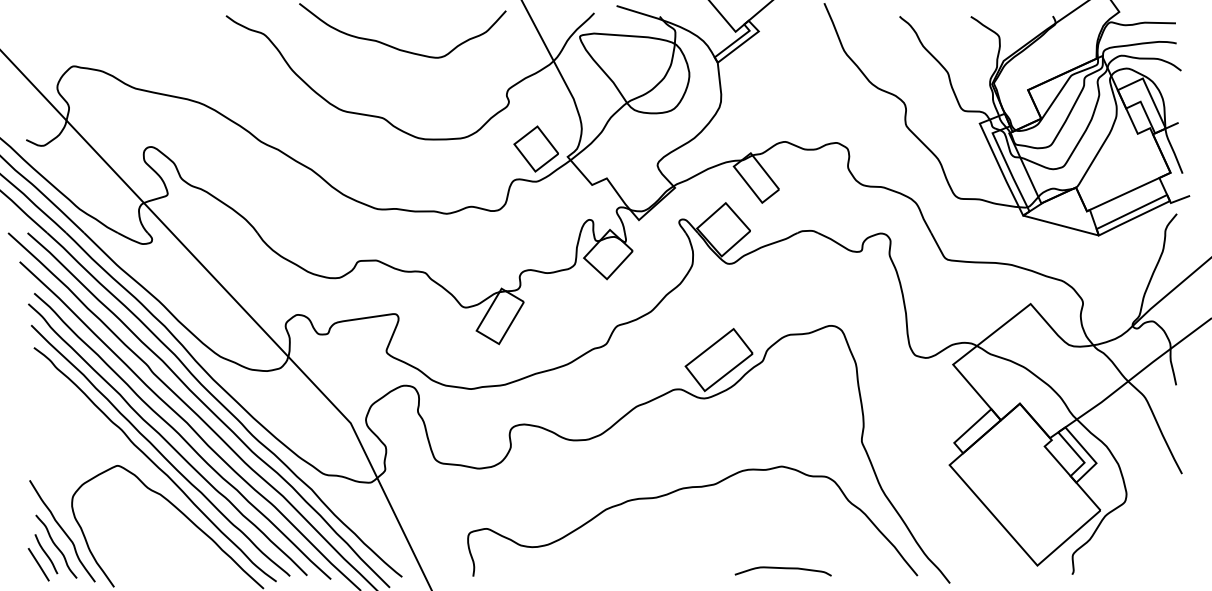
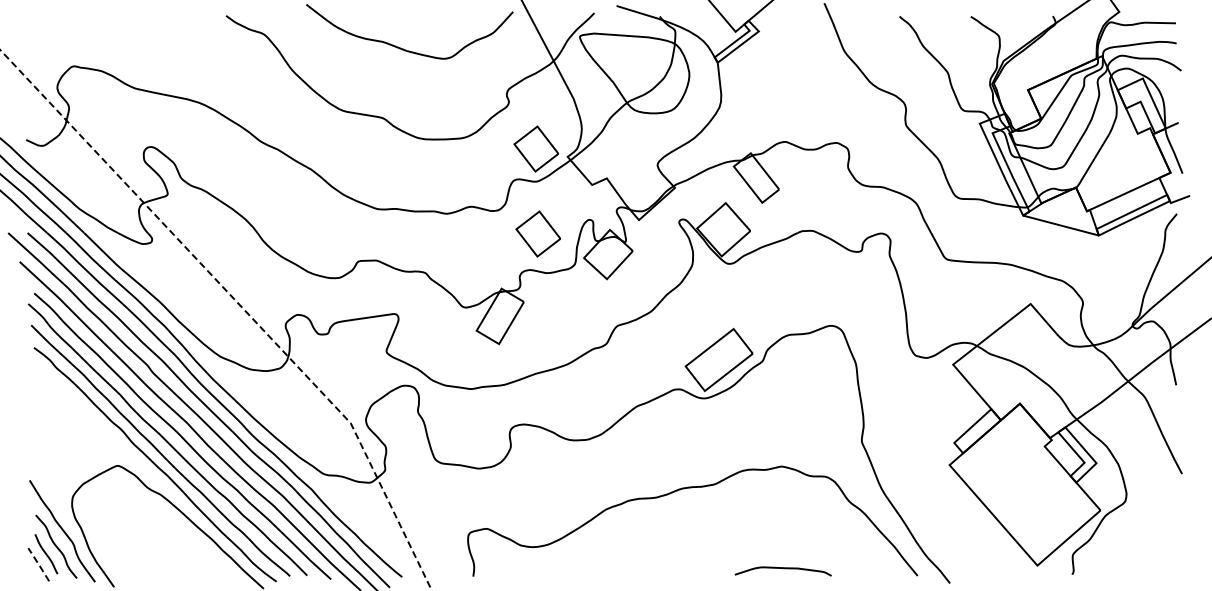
curve at (396, 47) position: (396, 47) -> (403, 48)
part at (537, 233): none -> present
line at (239, 305): solid -> dashed
line at (38, 564): solid -> dashed
